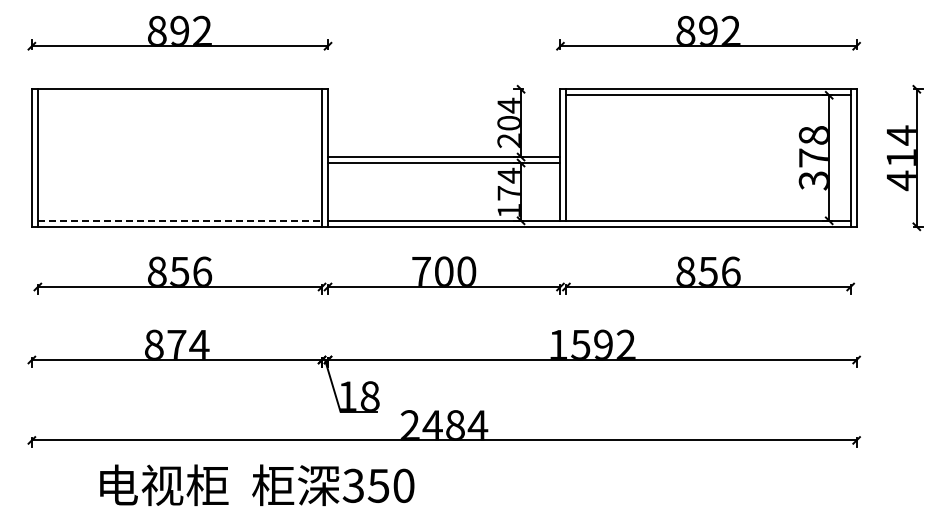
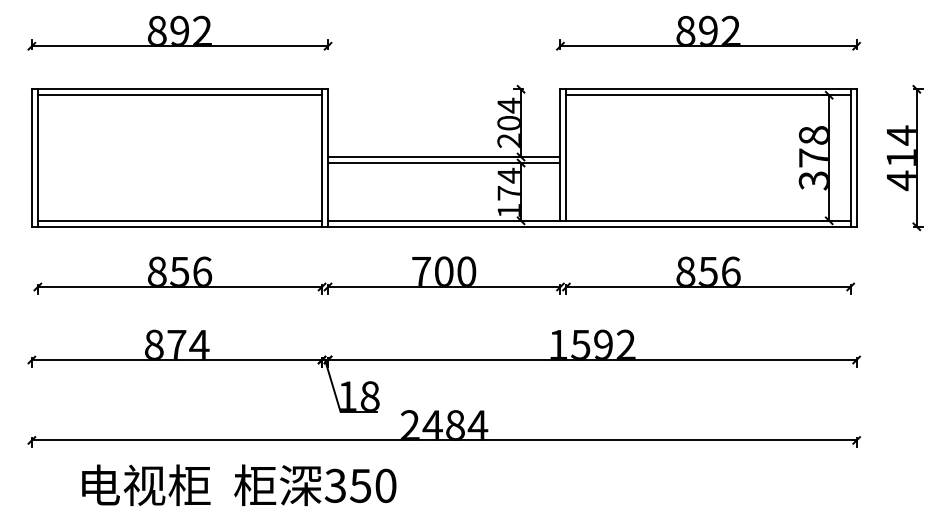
line at (179, 95): none -> present
line at (180, 220): dashed -> solid
text at (257, 484) position: (257, 484) -> (239, 484)
